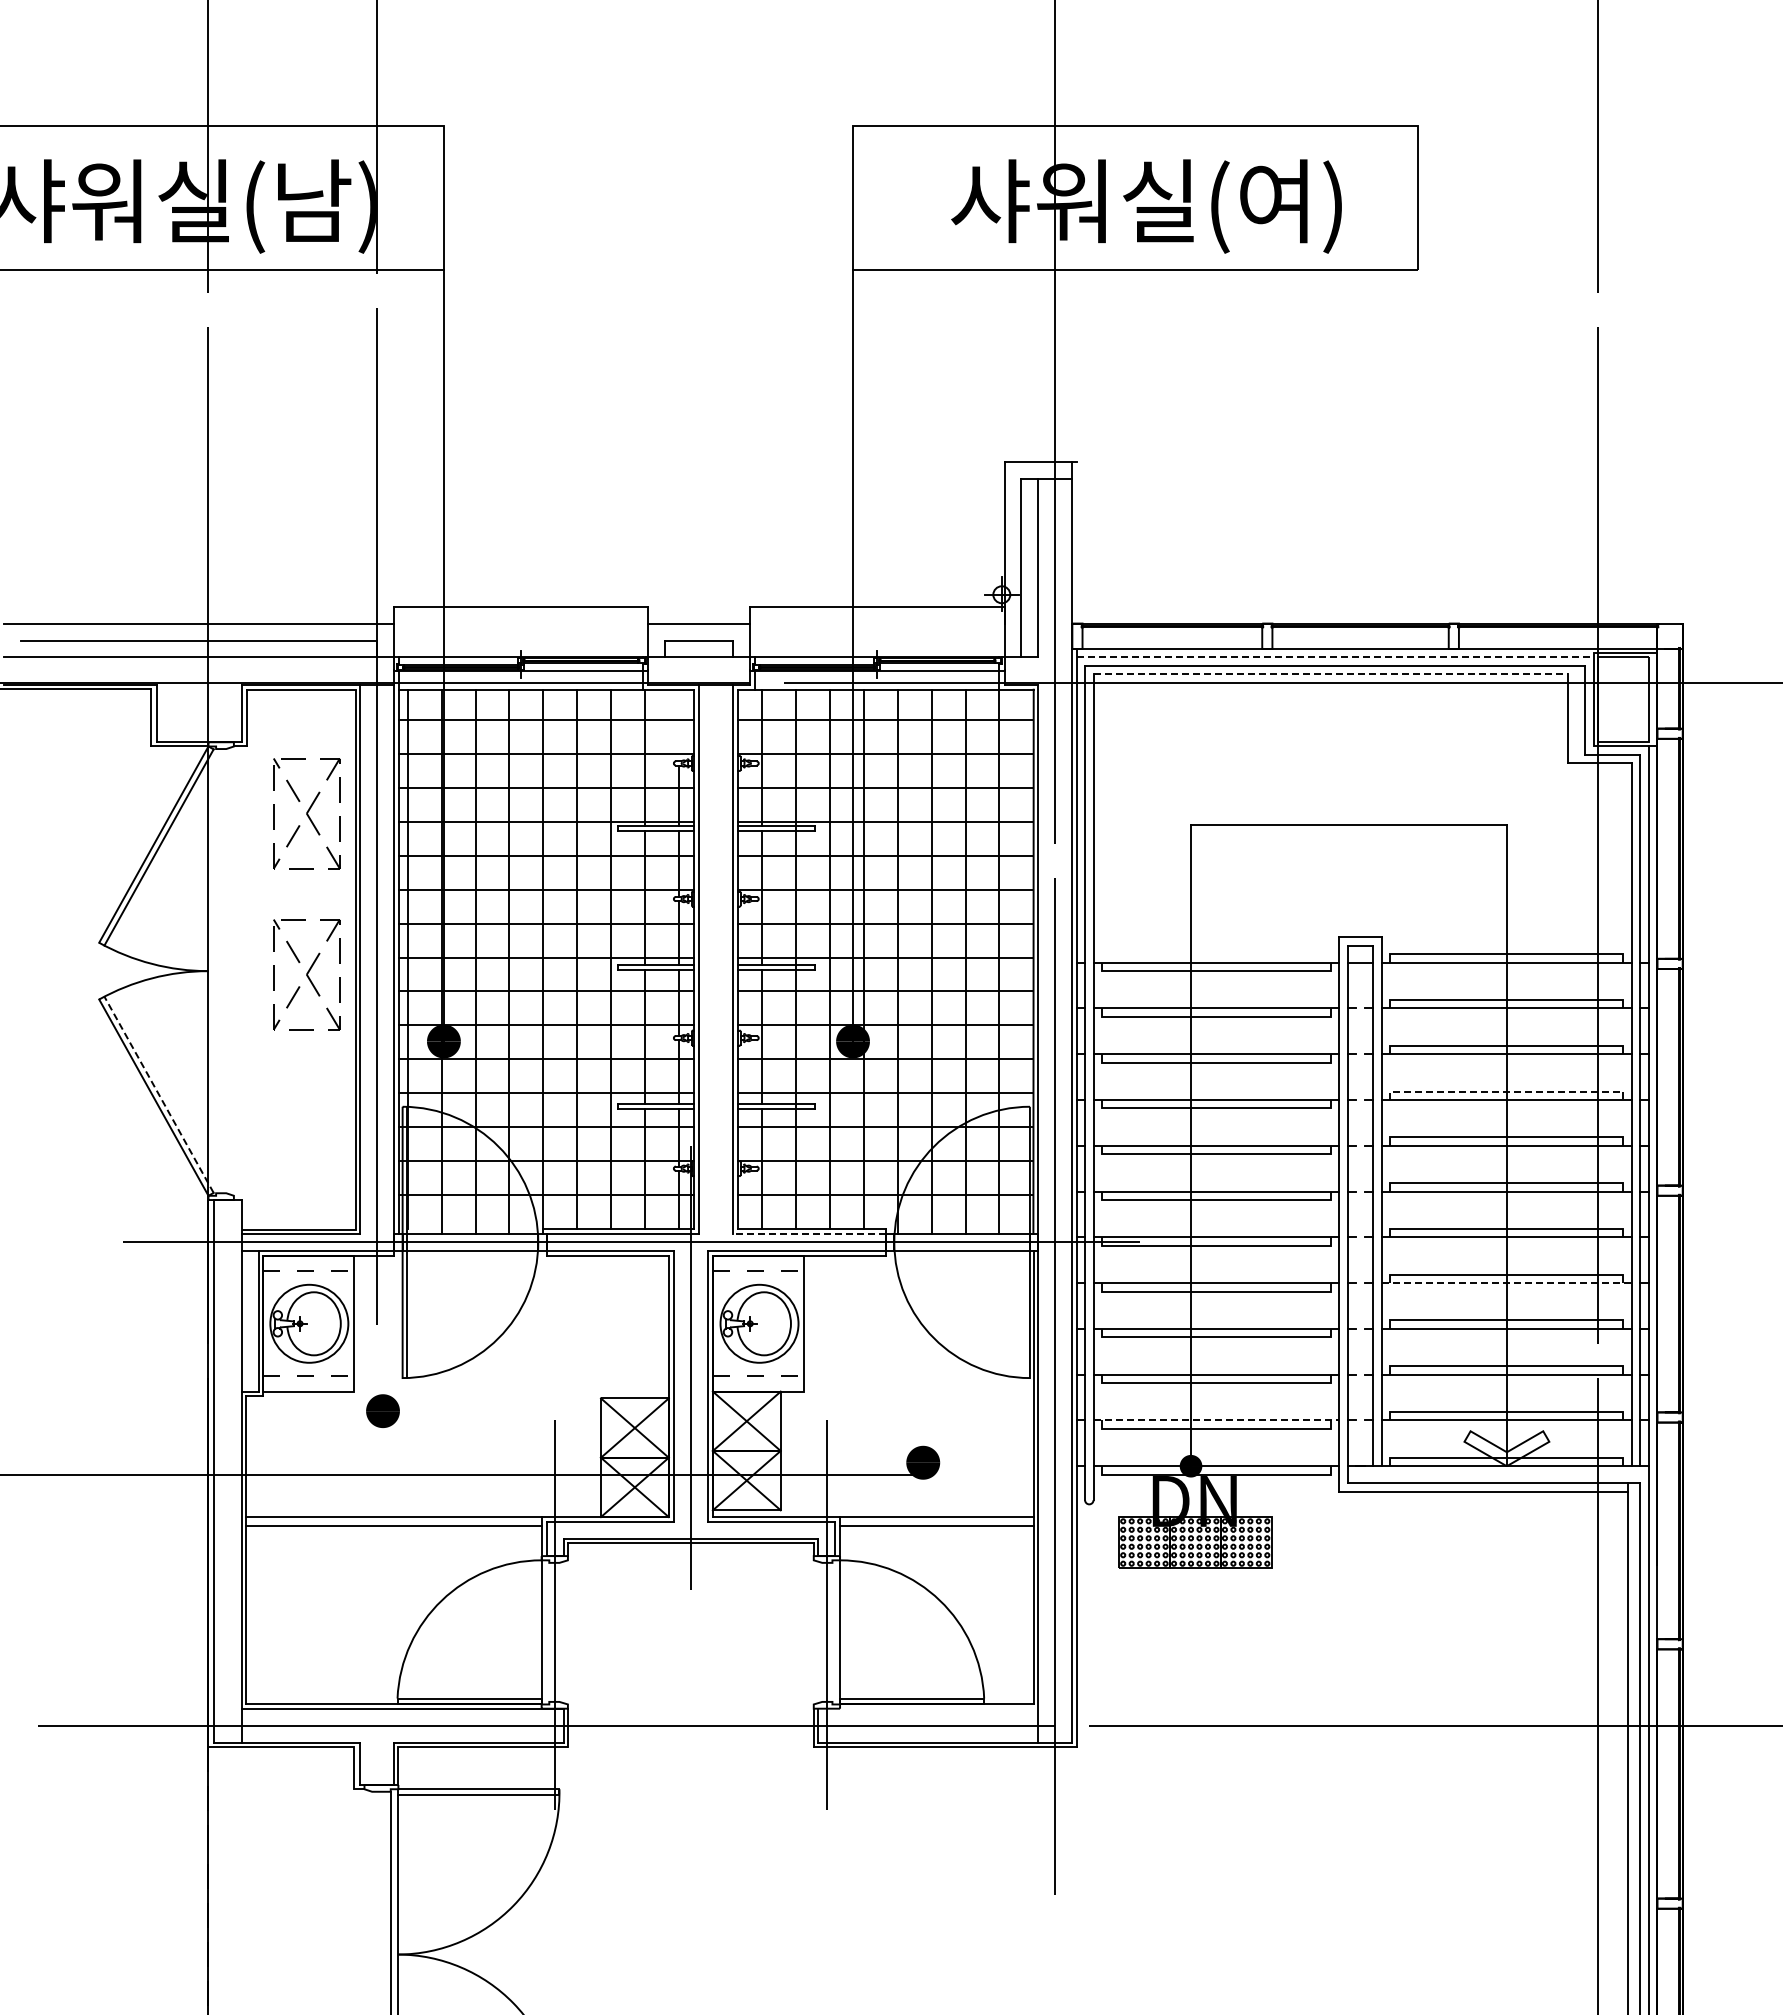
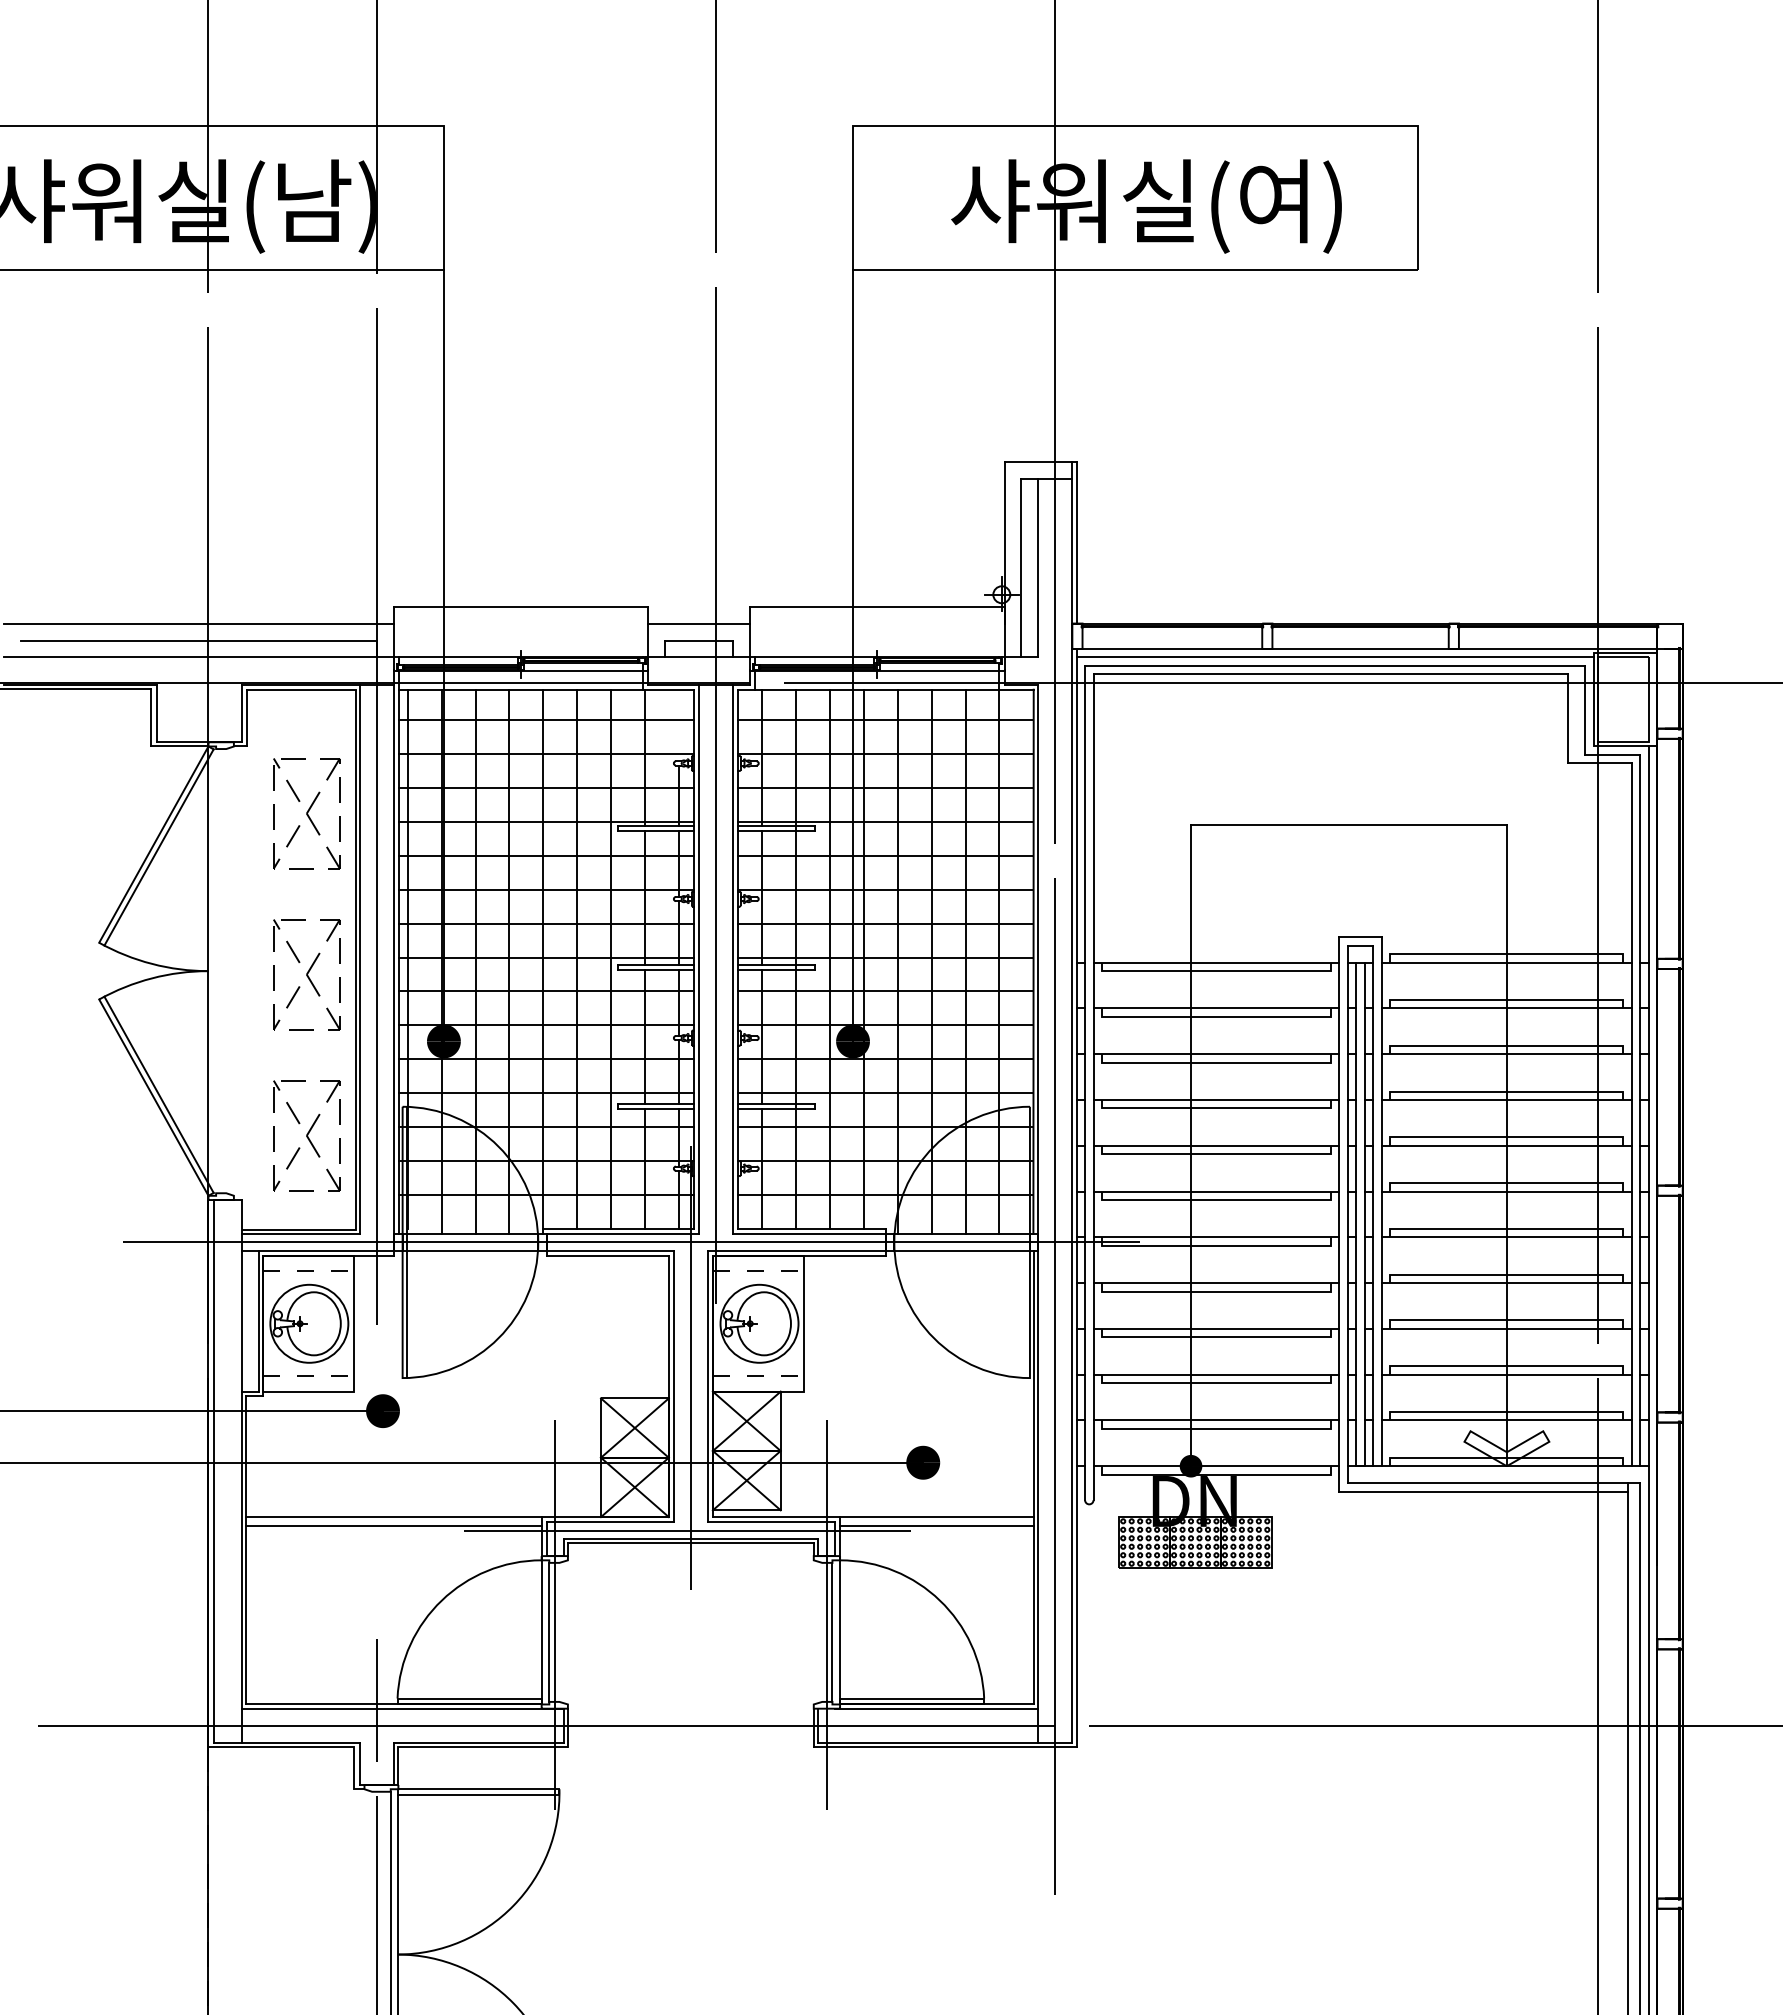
line at (1076, 542): none -> present
line at (716, 653): none -> present
line at (1335, 657): dashed -> solid
line at (1331, 674): dashed -> solid
line at (1506, 1091): dashed -> solid
line at (158, 1094): dashed -> solid
part at (306, 1135): none -> present
line at (1356, 1214): none -> present
line at (1364, 1214): none -> present
line at (809, 1233): dashed -> solid
line at (1507, 1283): dashed -> solid
line at (192, 1411): none -> present
line at (1216, 1420): dashed -> solid
line at (462, 1474) position: (462, 1474) -> (462, 1462)
line at (687, 1530): none -> present
line at (549, 1631): none -> present
line at (832, 1631): none -> present
line at (936, 1708): none -> present
line at (377, 1824): none -> present
